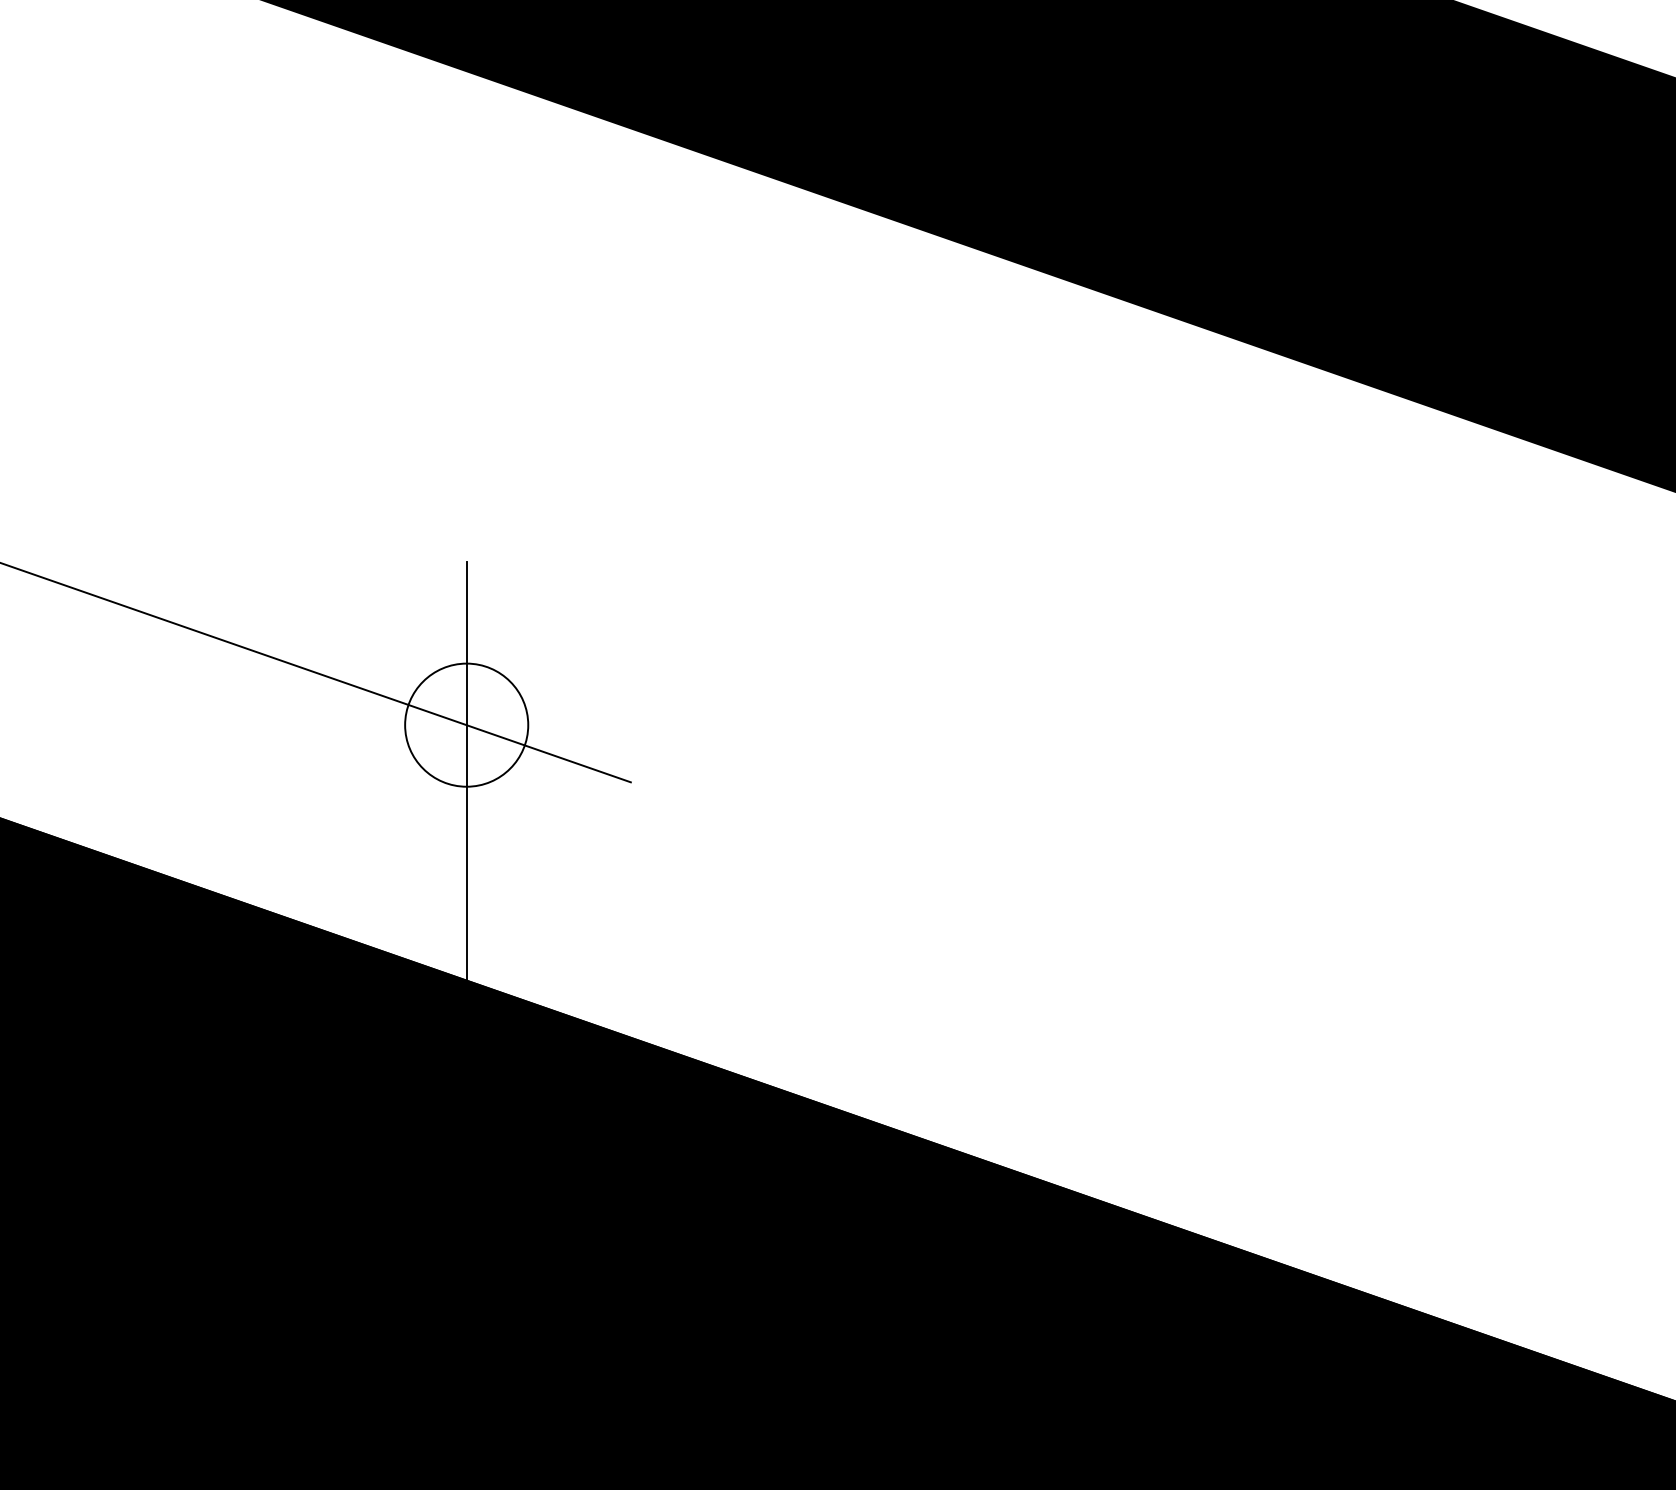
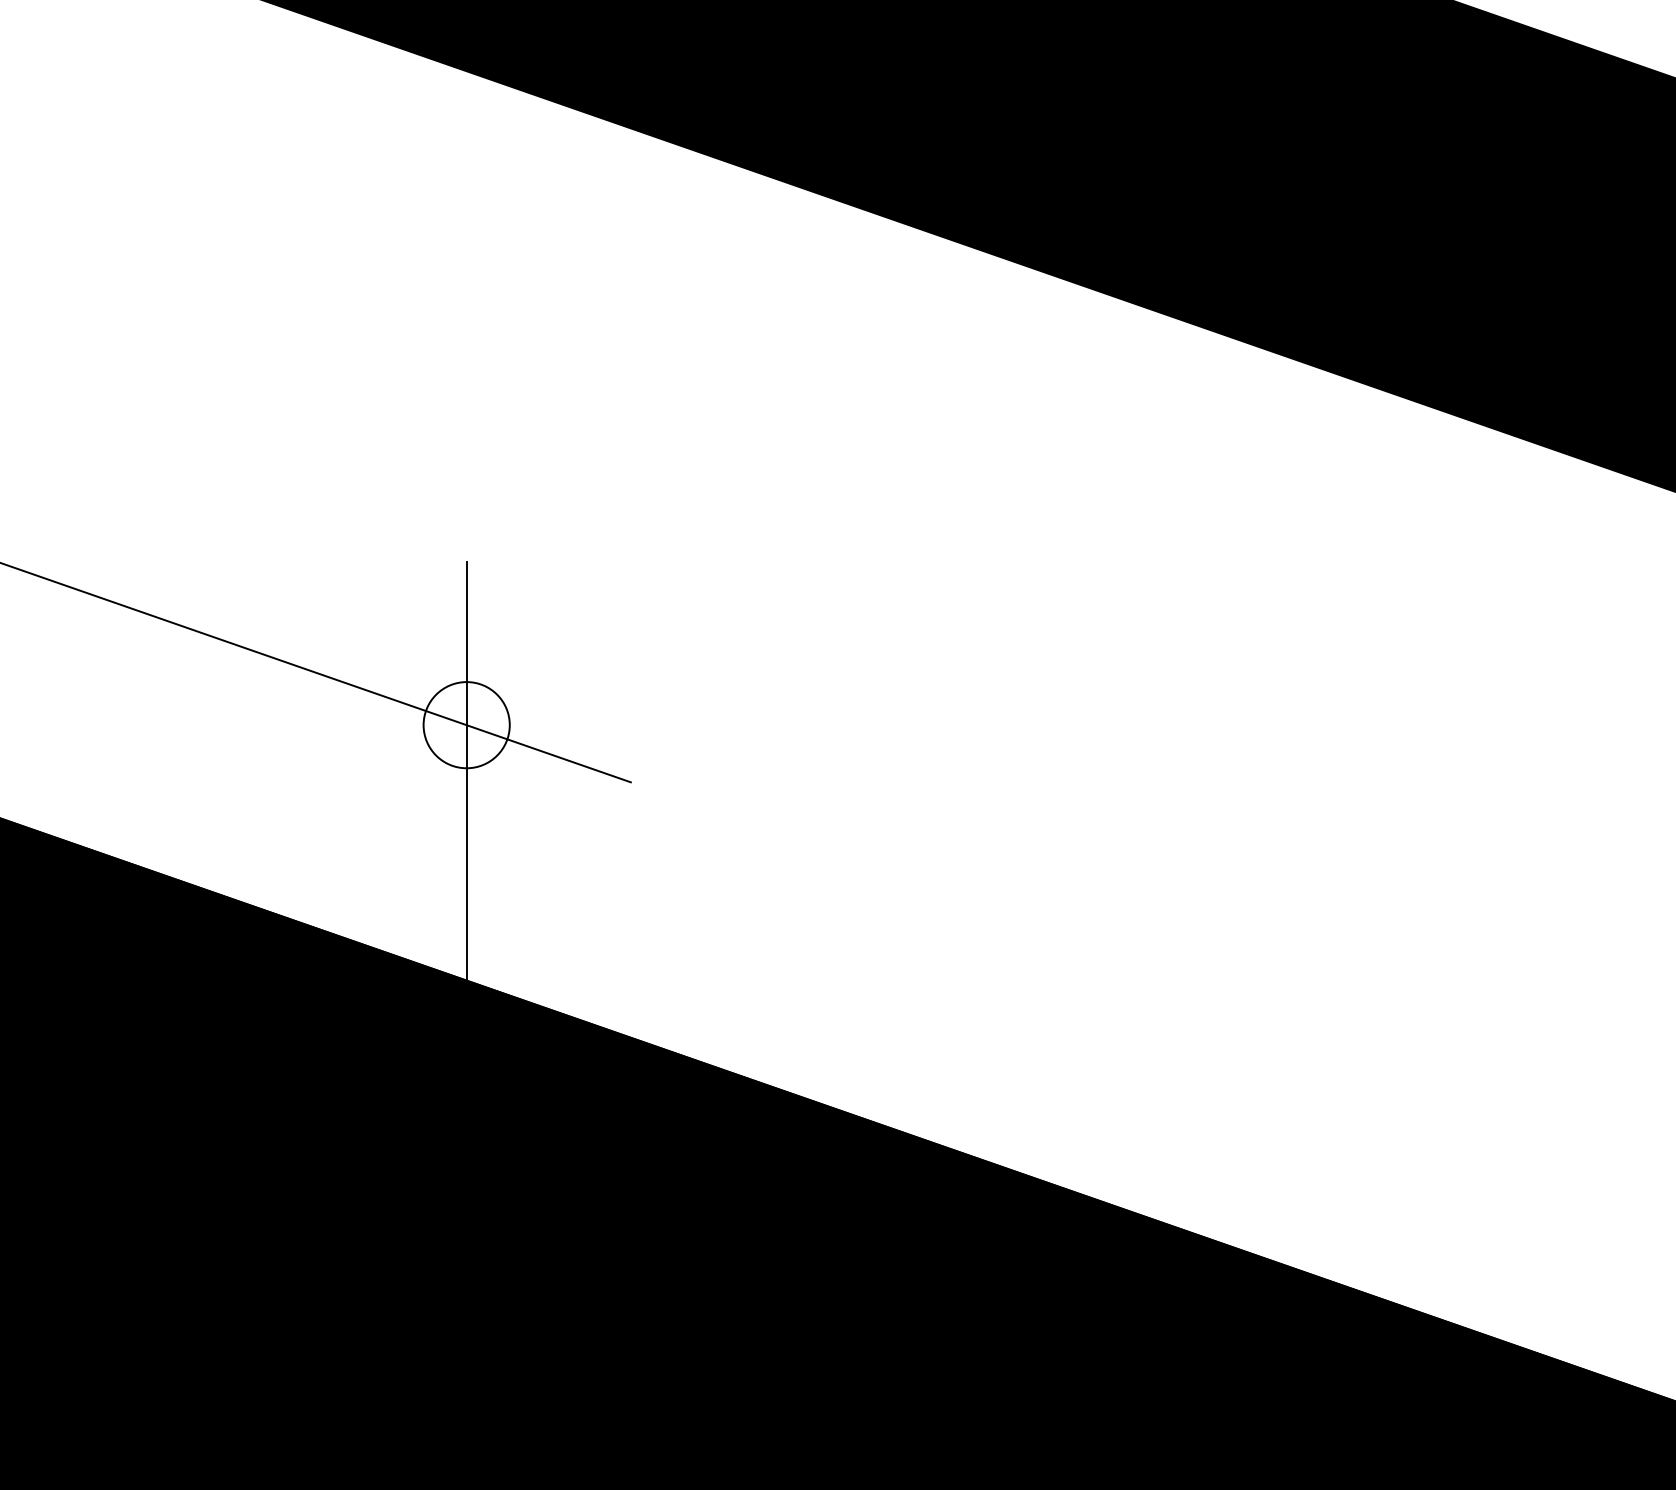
circle at (466, 724) diameter: 123 px -> 86 px
